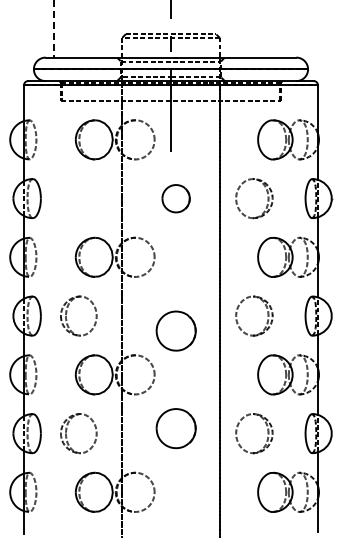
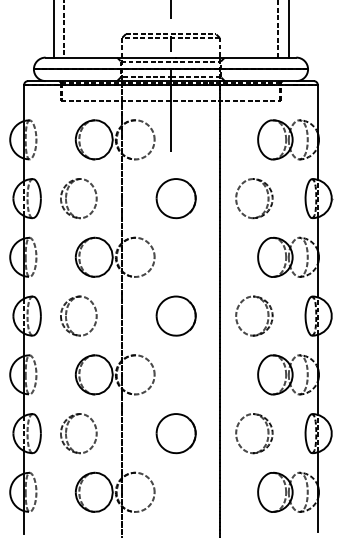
line at (53, 29): dashed -> solid
line at (64, 29): none -> present
line at (277, 29): none -> present
line at (288, 29): none -> present
part at (67, 195): none -> present
part at (175, 198) size: 30x30 px -> 42x42 px
part at (175, 330) position: (175, 330) -> (175, 315)
part at (175, 428) position: (175, 428) -> (175, 433)
